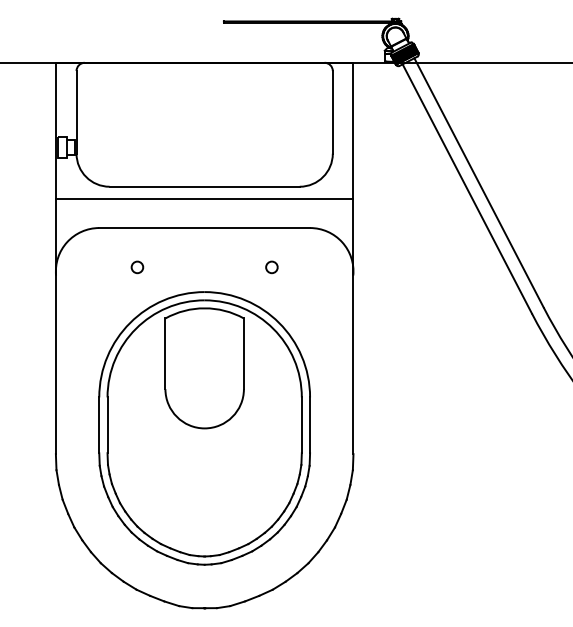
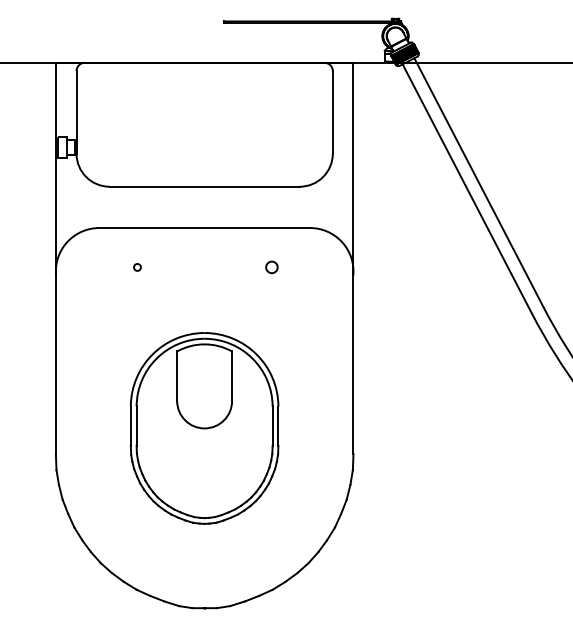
line at (204, 199): present -> none
circle at (137, 267) size: 15x15 px -> 9x9 px
part at (204, 428) size: 213x275 px -> 151x193 px
